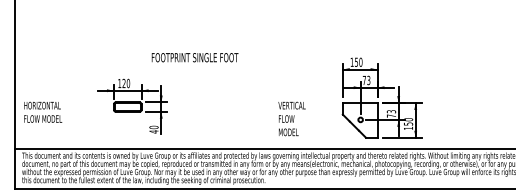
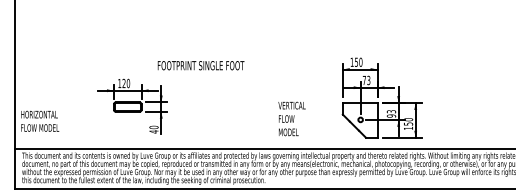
text at (194, 57) position: (194, 57) -> (200, 65)
text at (43, 111) position: (43, 111) -> (40, 120)
text at (391, 115): 73 -> 93
